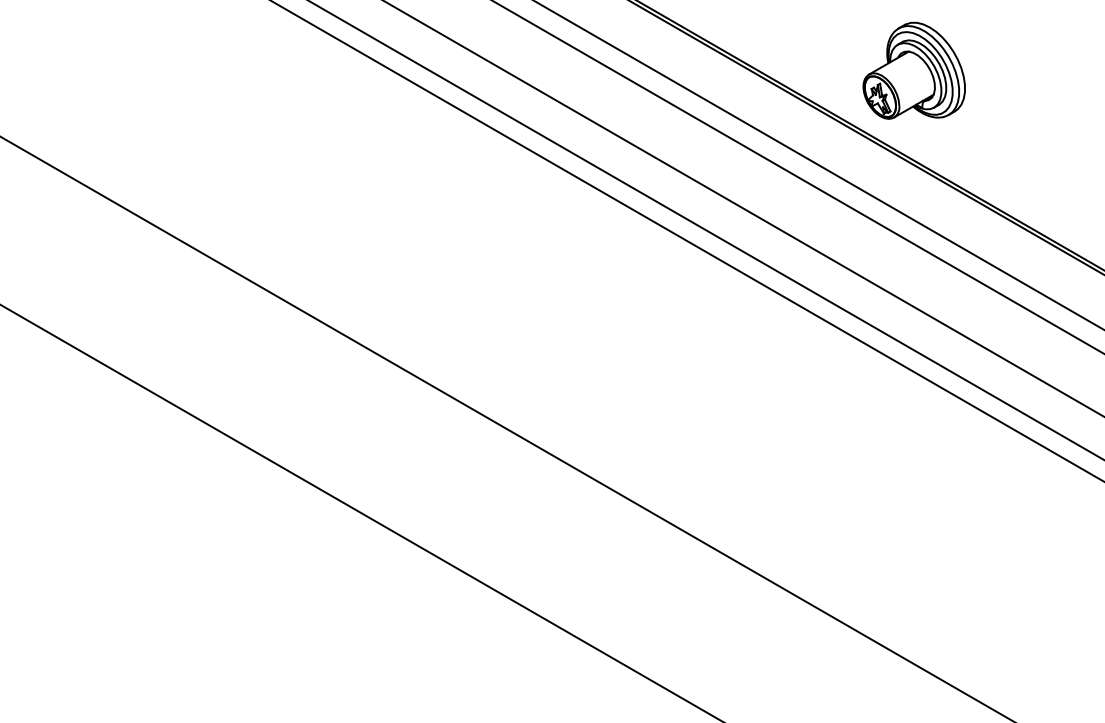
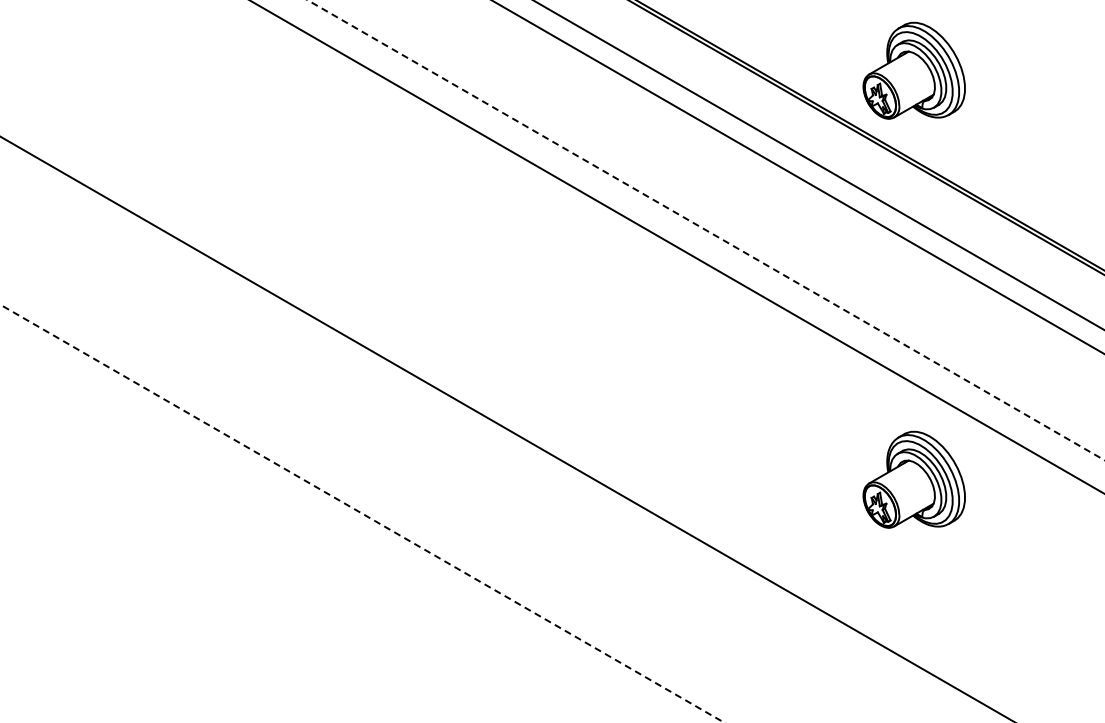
line at (743, 208): present -> none
line at (705, 230): solid -> dashed
line at (687, 241) position: (687, 241) -> (676, 247)
part at (913, 479): none -> present
line at (362, 513): solid -> dashed
